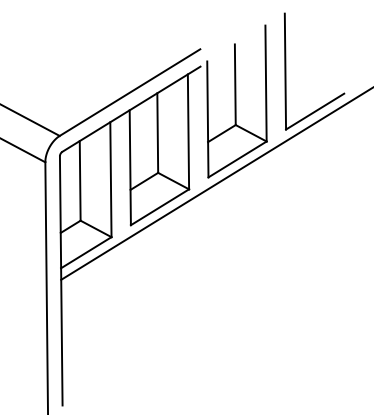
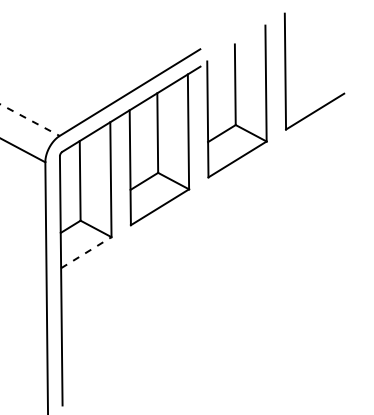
line at (30, 120): solid -> dashed
line at (215, 184): present -> none
line at (86, 252): solid -> dashed
